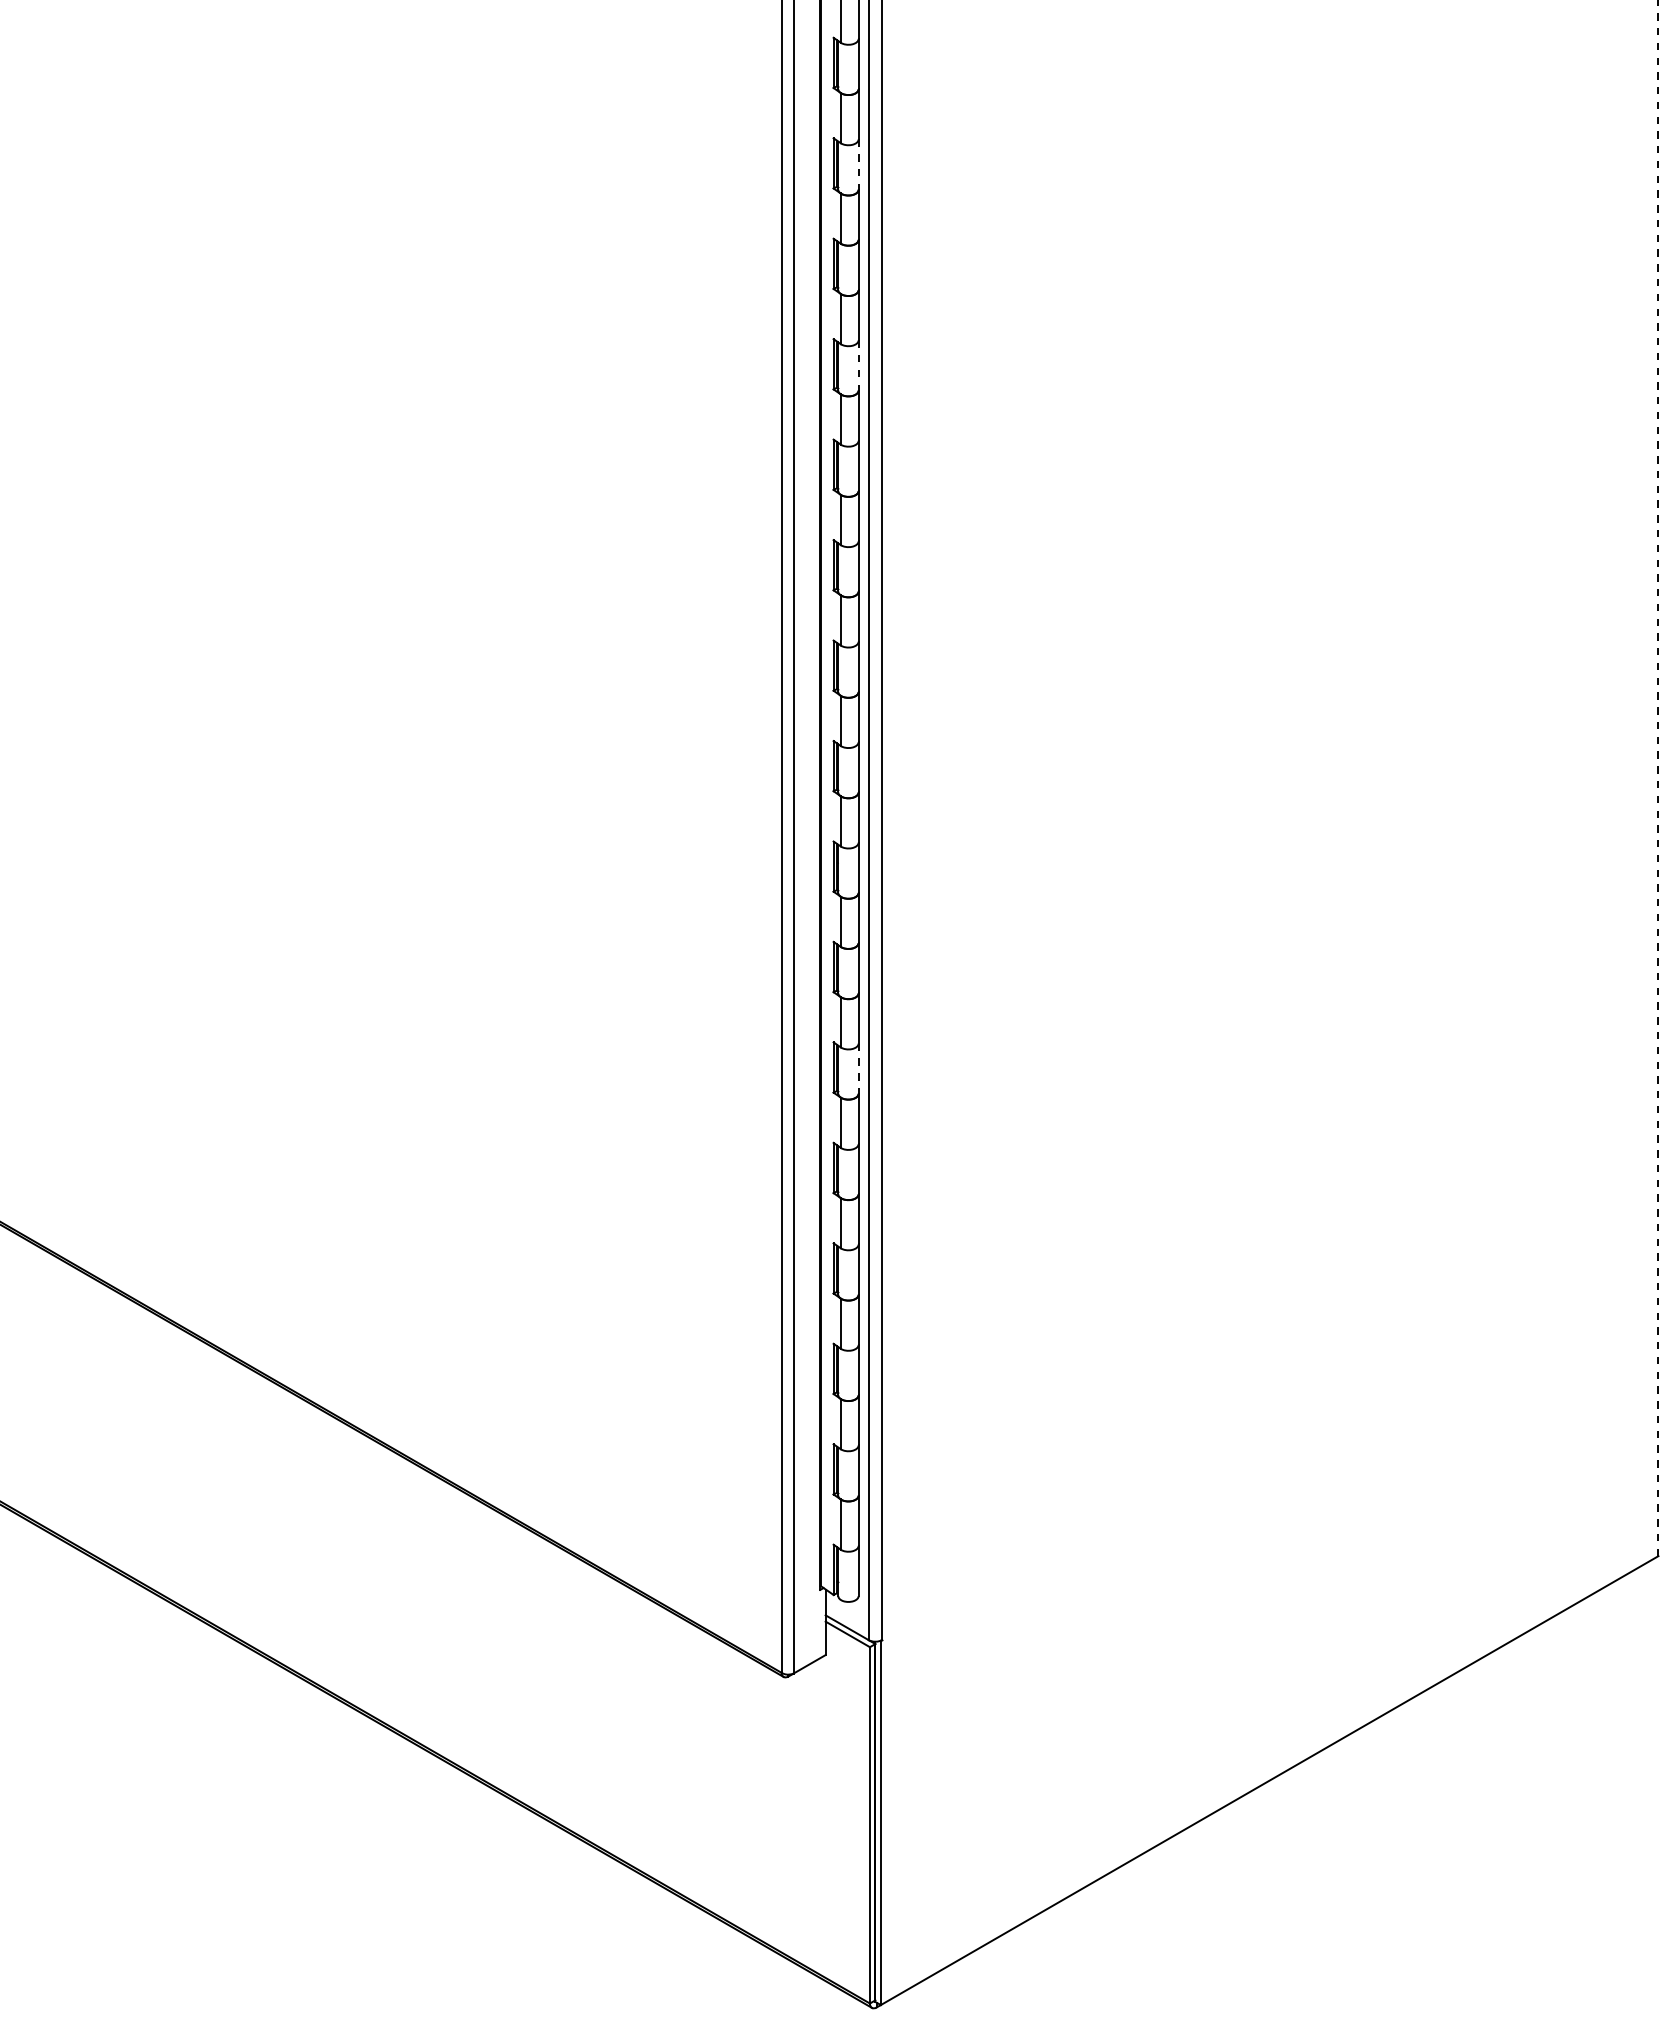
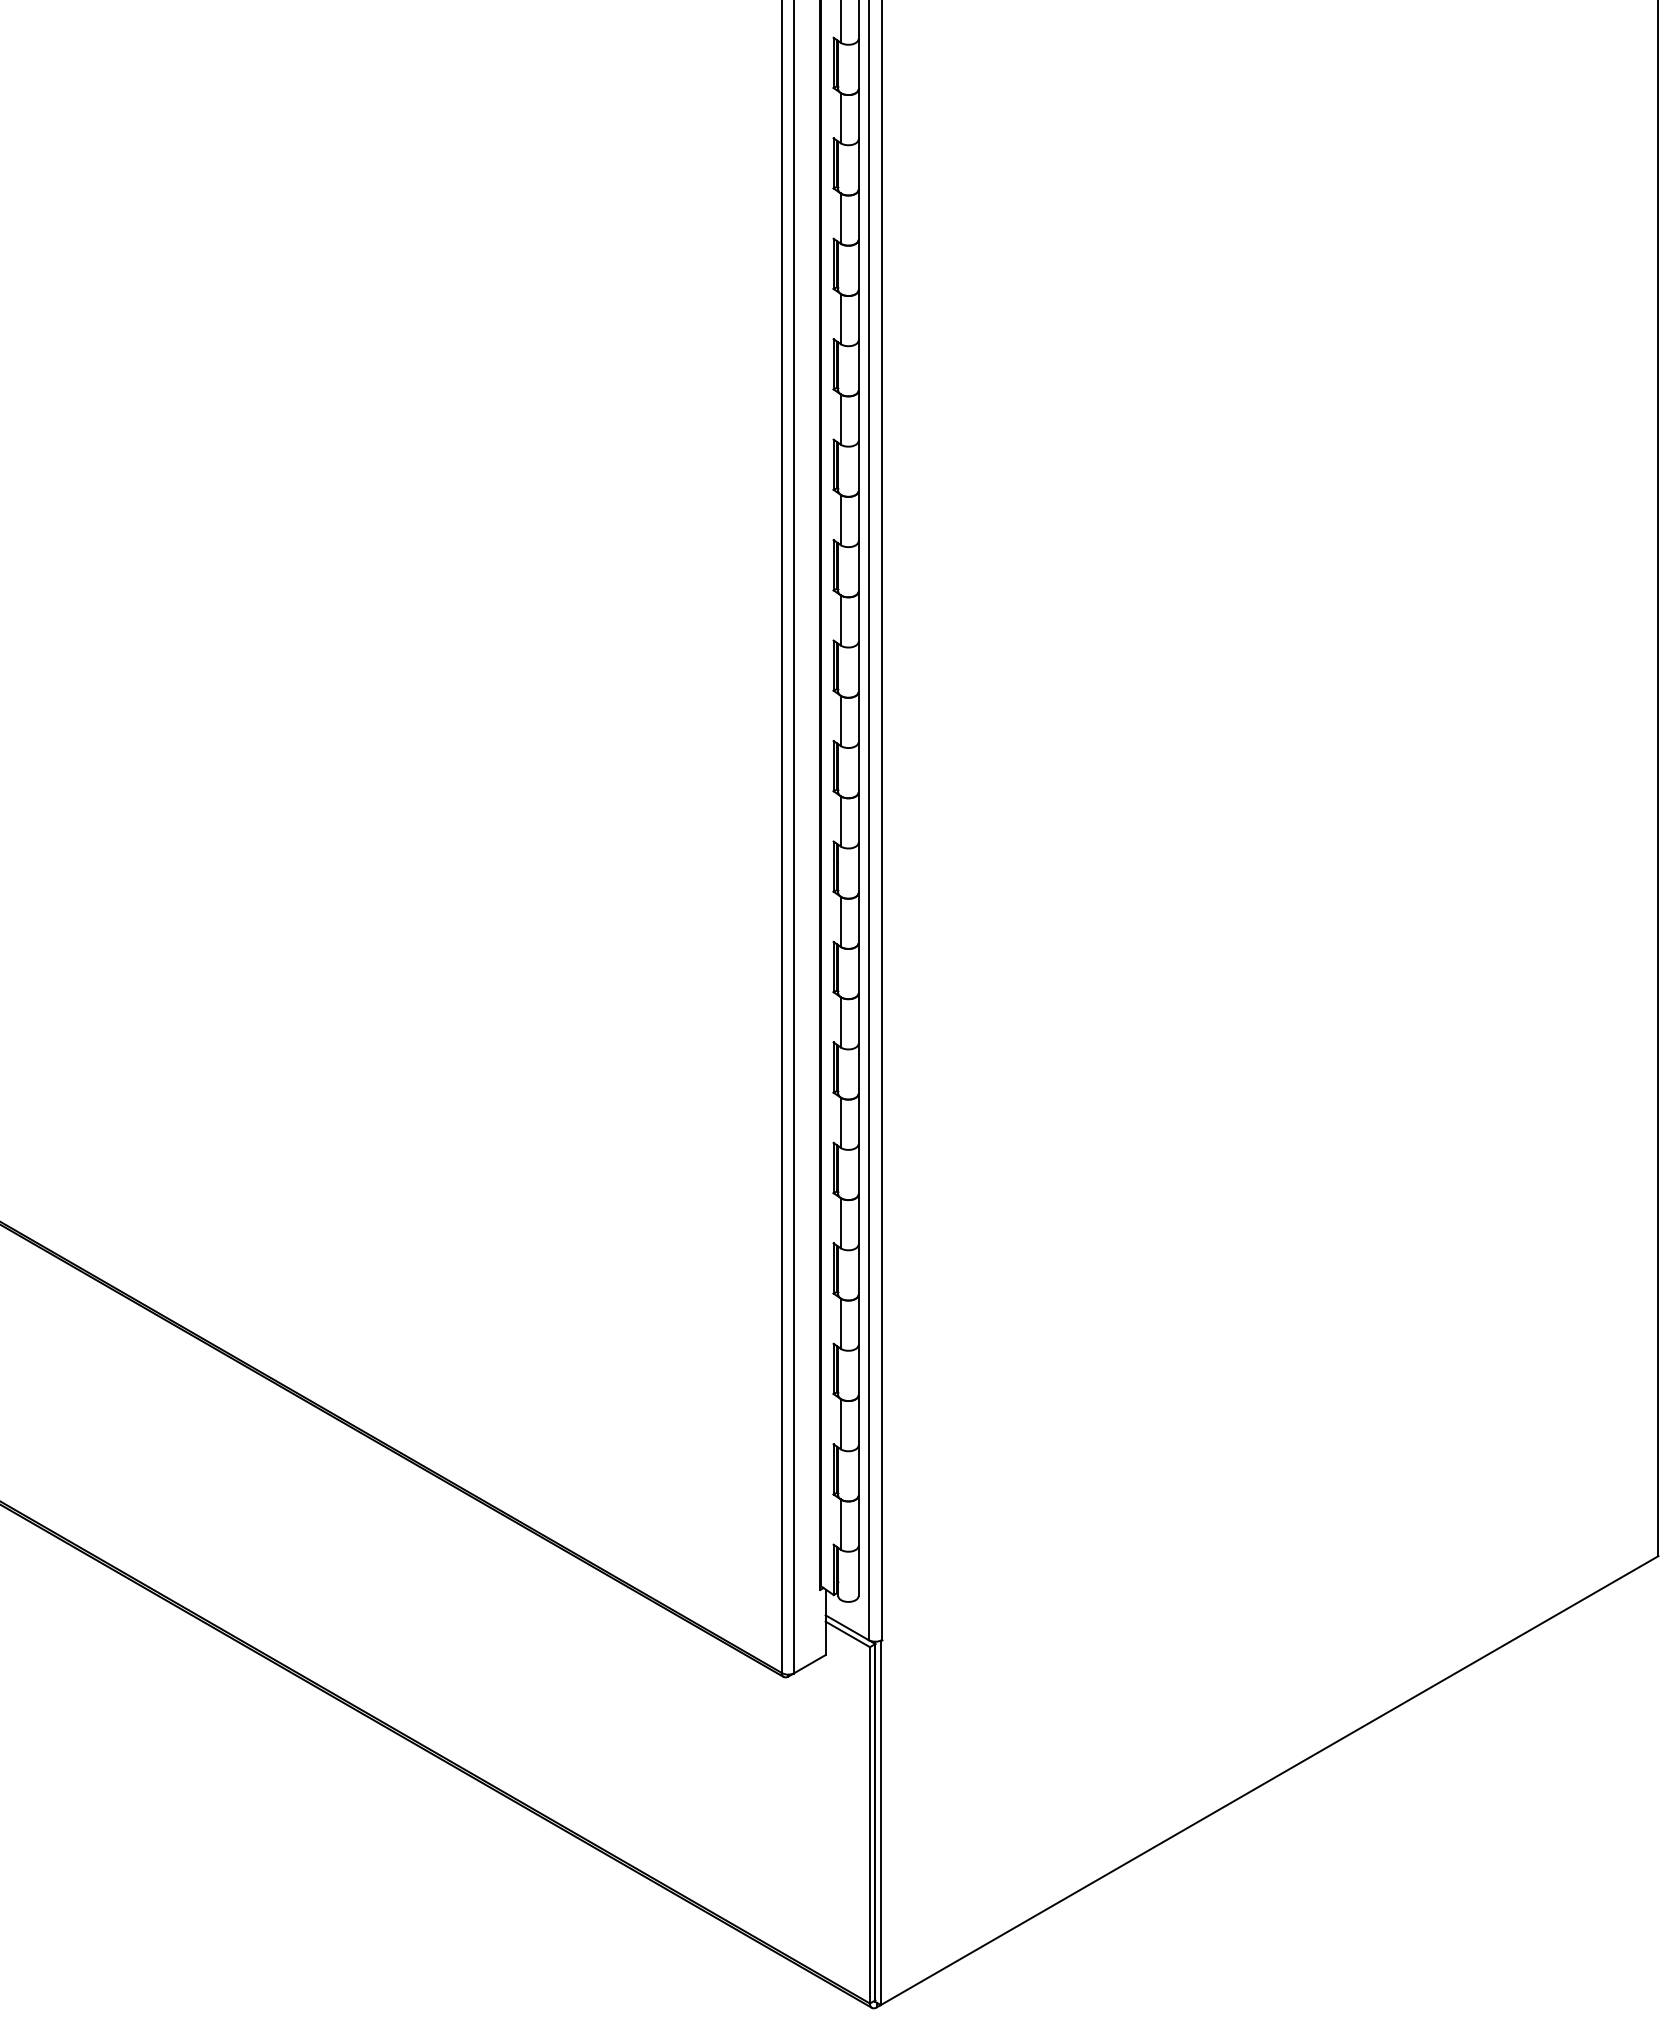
line at (858, 165): dashed -> solid
line at (858, 365): dashed -> solid
line at (1658, 778): dashed -> solid
line at (858, 1069): dashed -> solid
